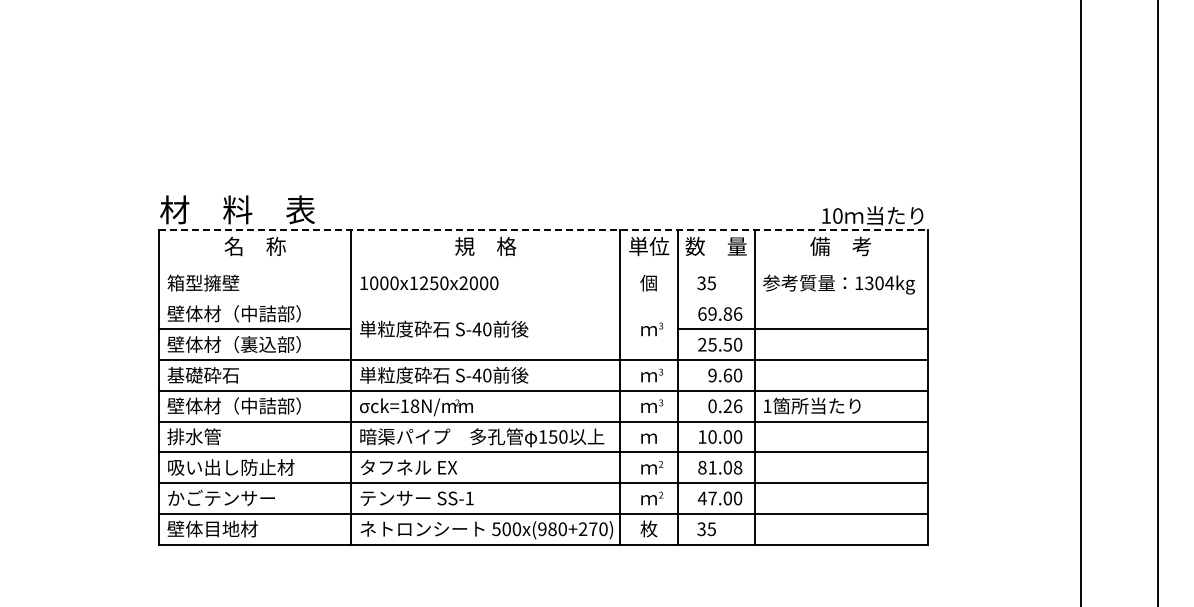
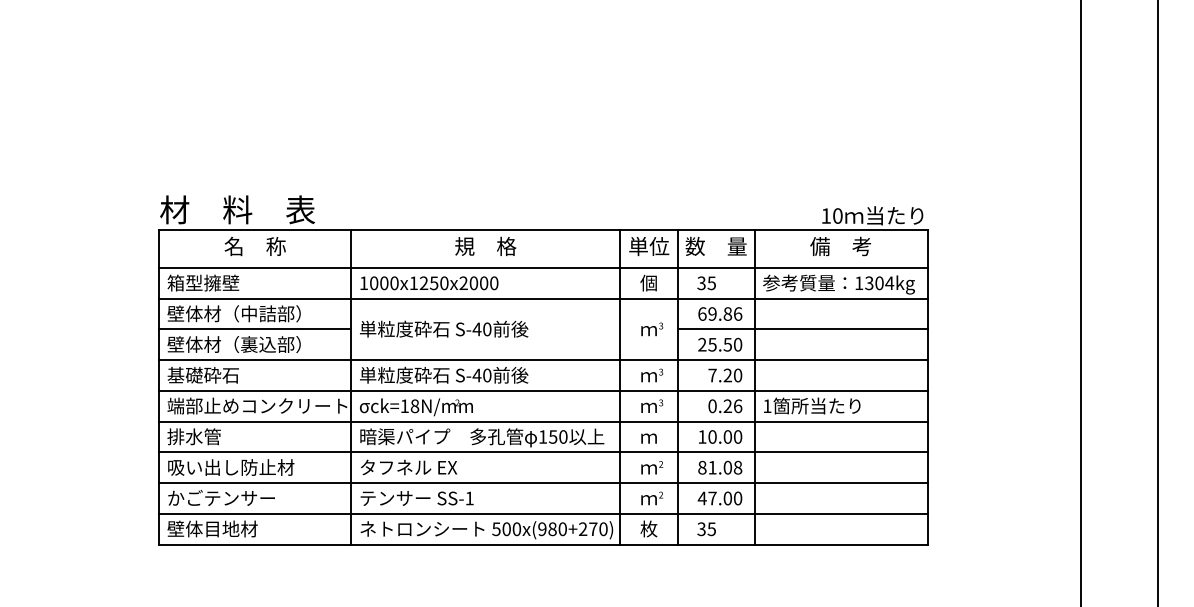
line at (543, 229): dashed -> solid
line at (543, 267): none -> present
line at (543, 298): none -> present
text at (720, 375): 9.60 -> 7.20
text at (257, 405): 壁体材（中詰部） -> 端部止めコンクリート
